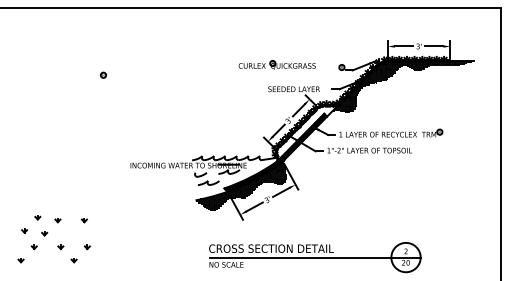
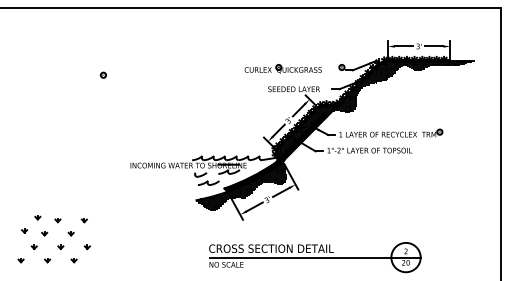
part at (276, 64) position: (276, 64) -> (282, 68)
hatch at (307, 131): none -> present
part at (70, 233): none -> present
part at (47, 260): none -> present
